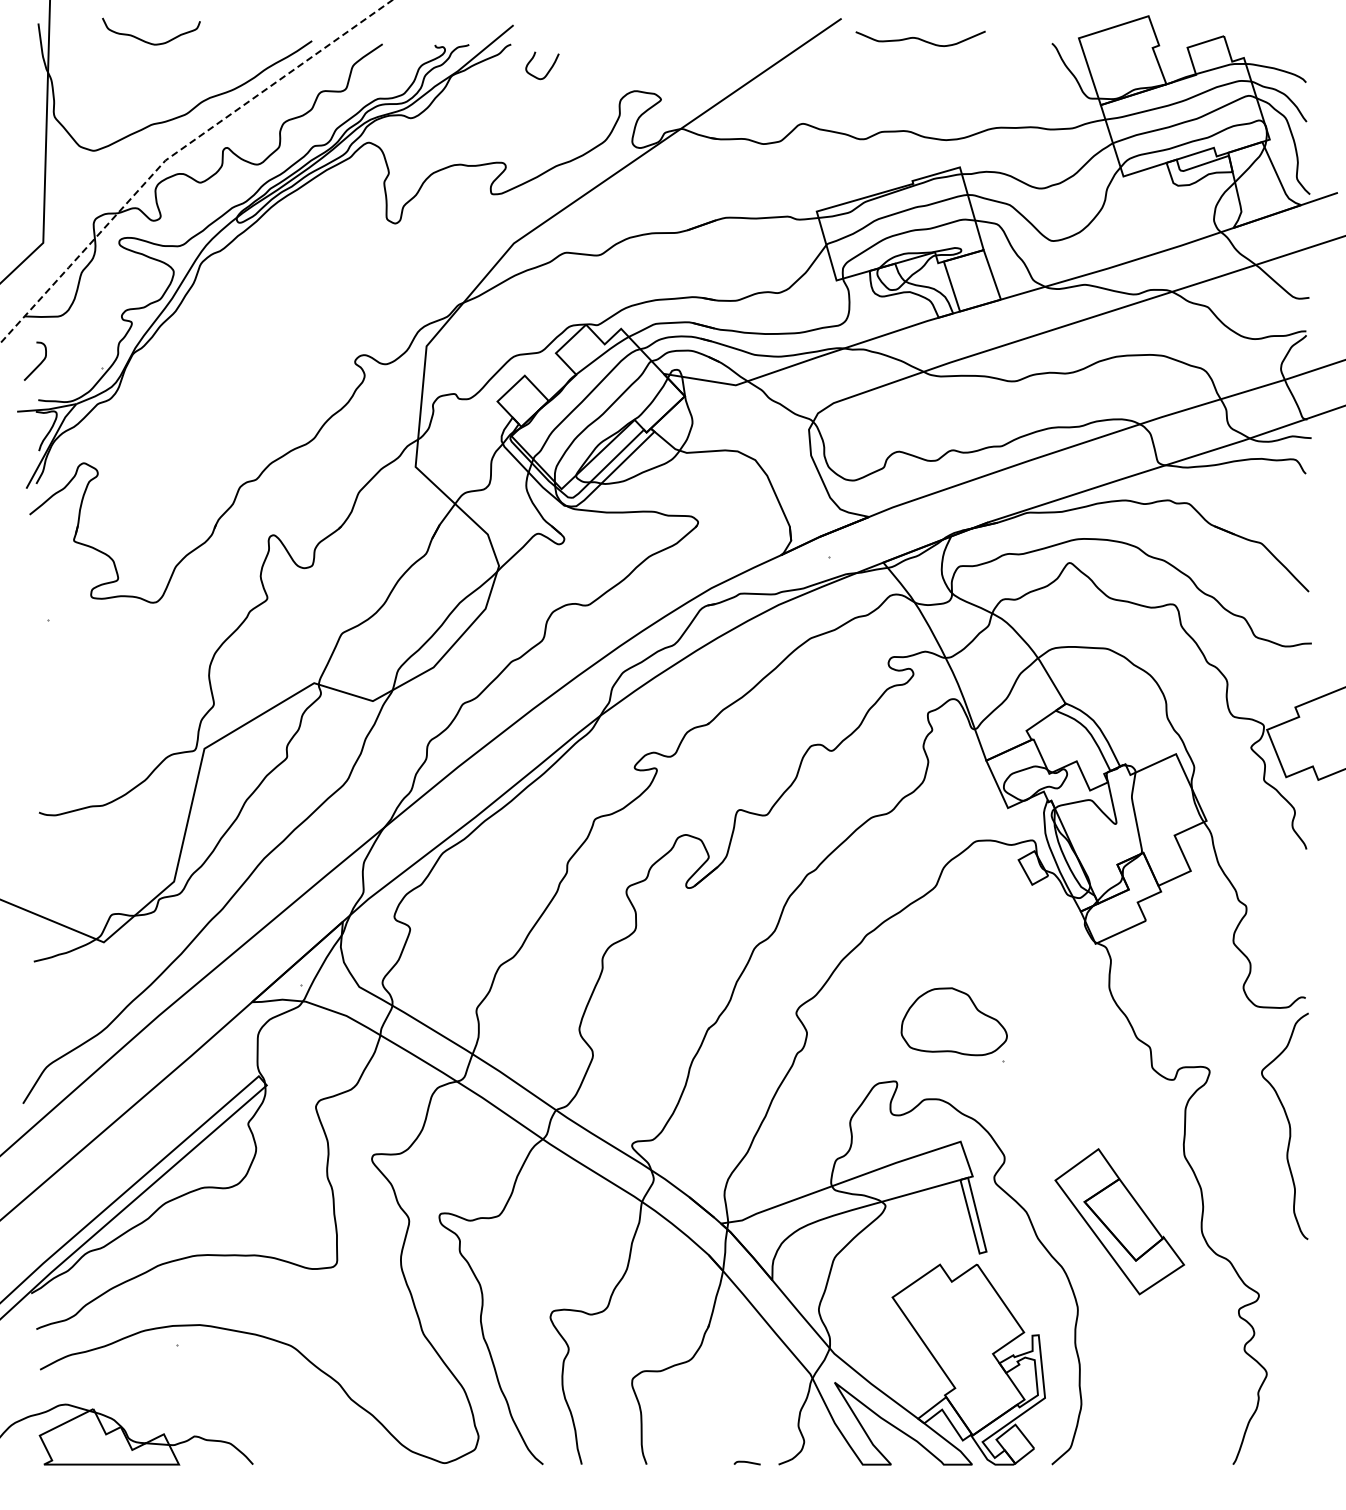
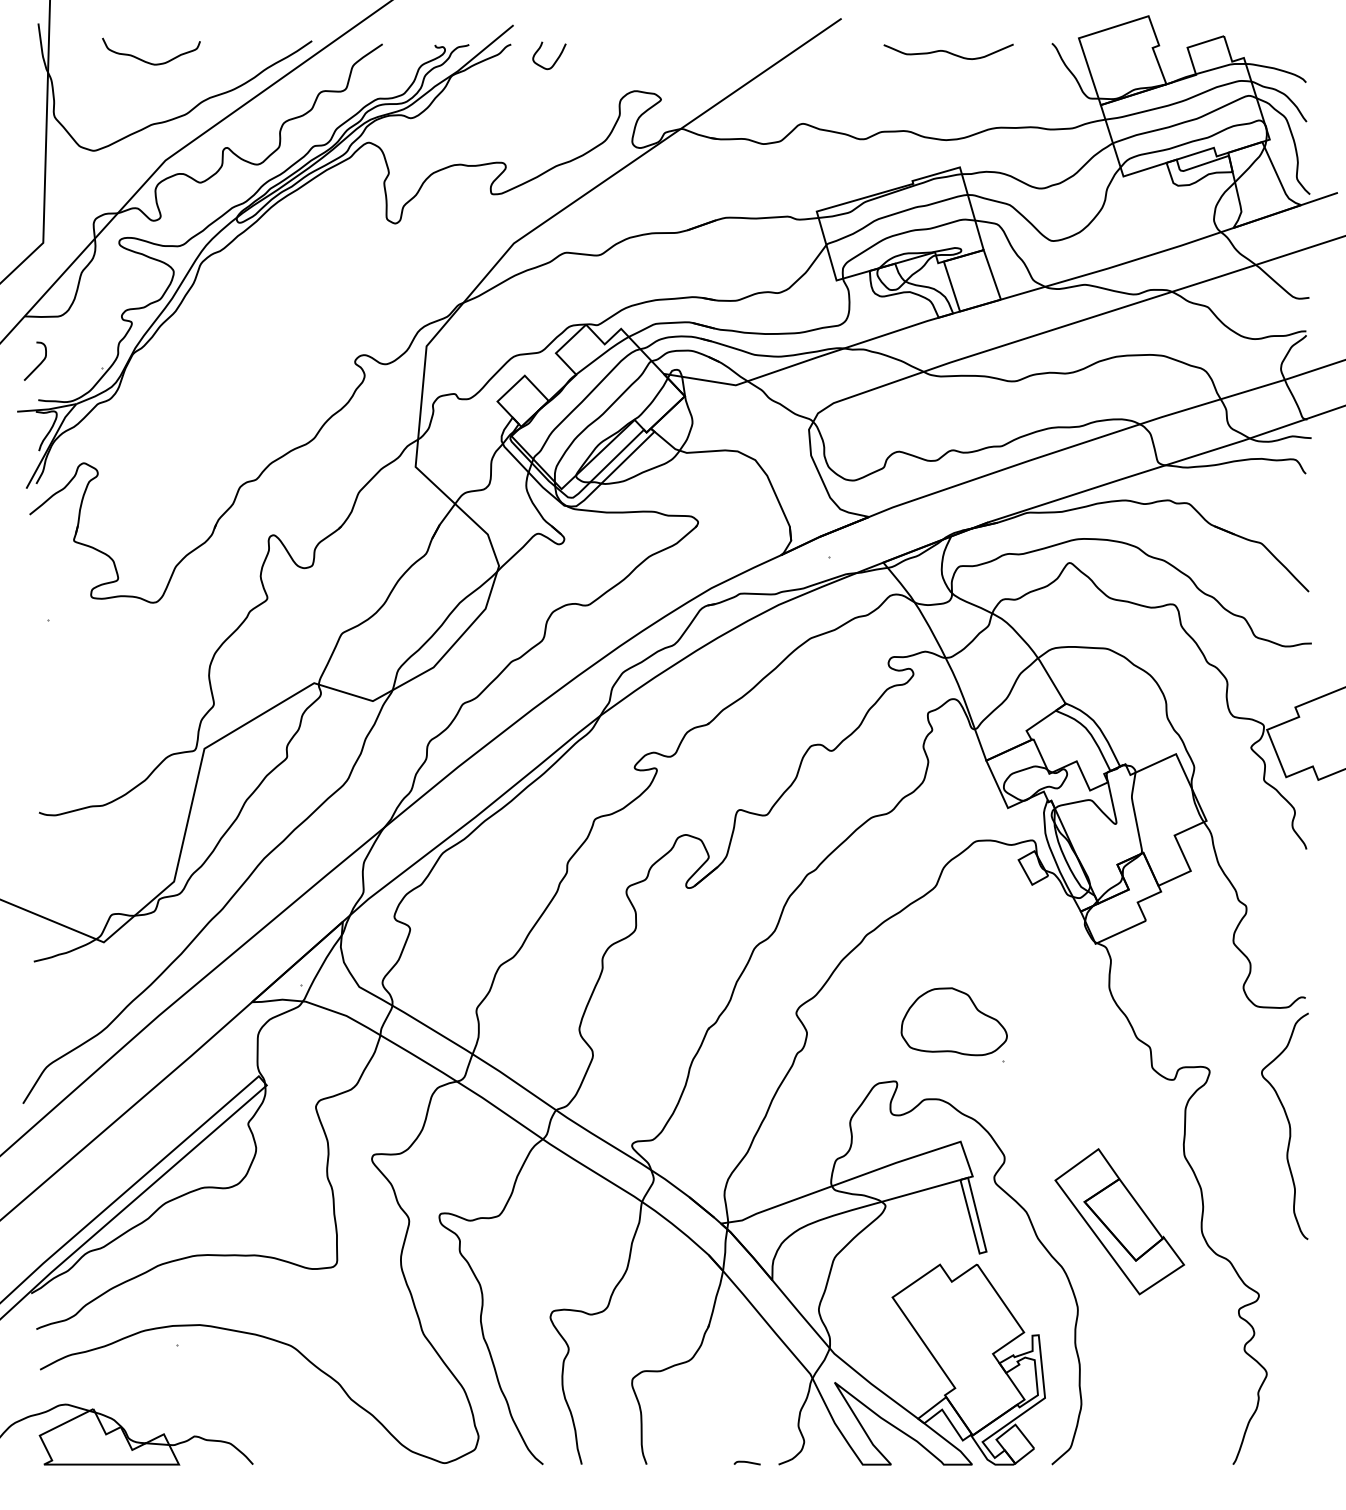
curve at (920, 38) position: (920, 38) -> (948, 51)
curve at (147, 41) position: (147, 41) -> (147, 61)
curve at (548, 70) position: (548, 70) -> (555, 60)
line at (177, 151): dashed -> solid
